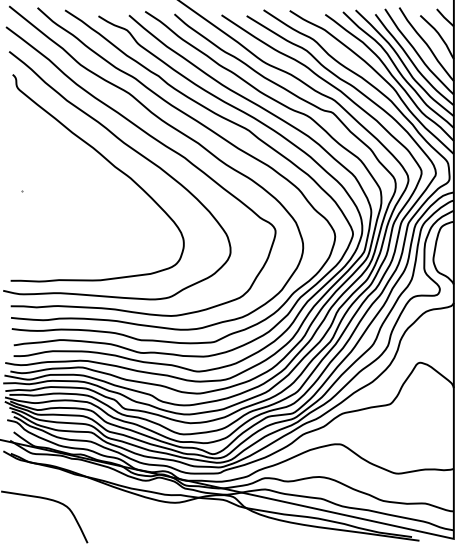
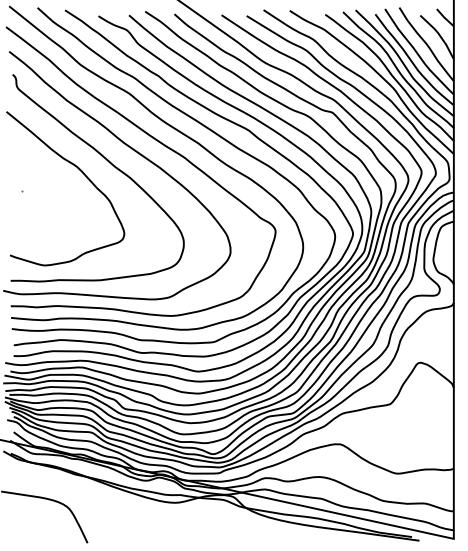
curve at (81, 172): none -> present
